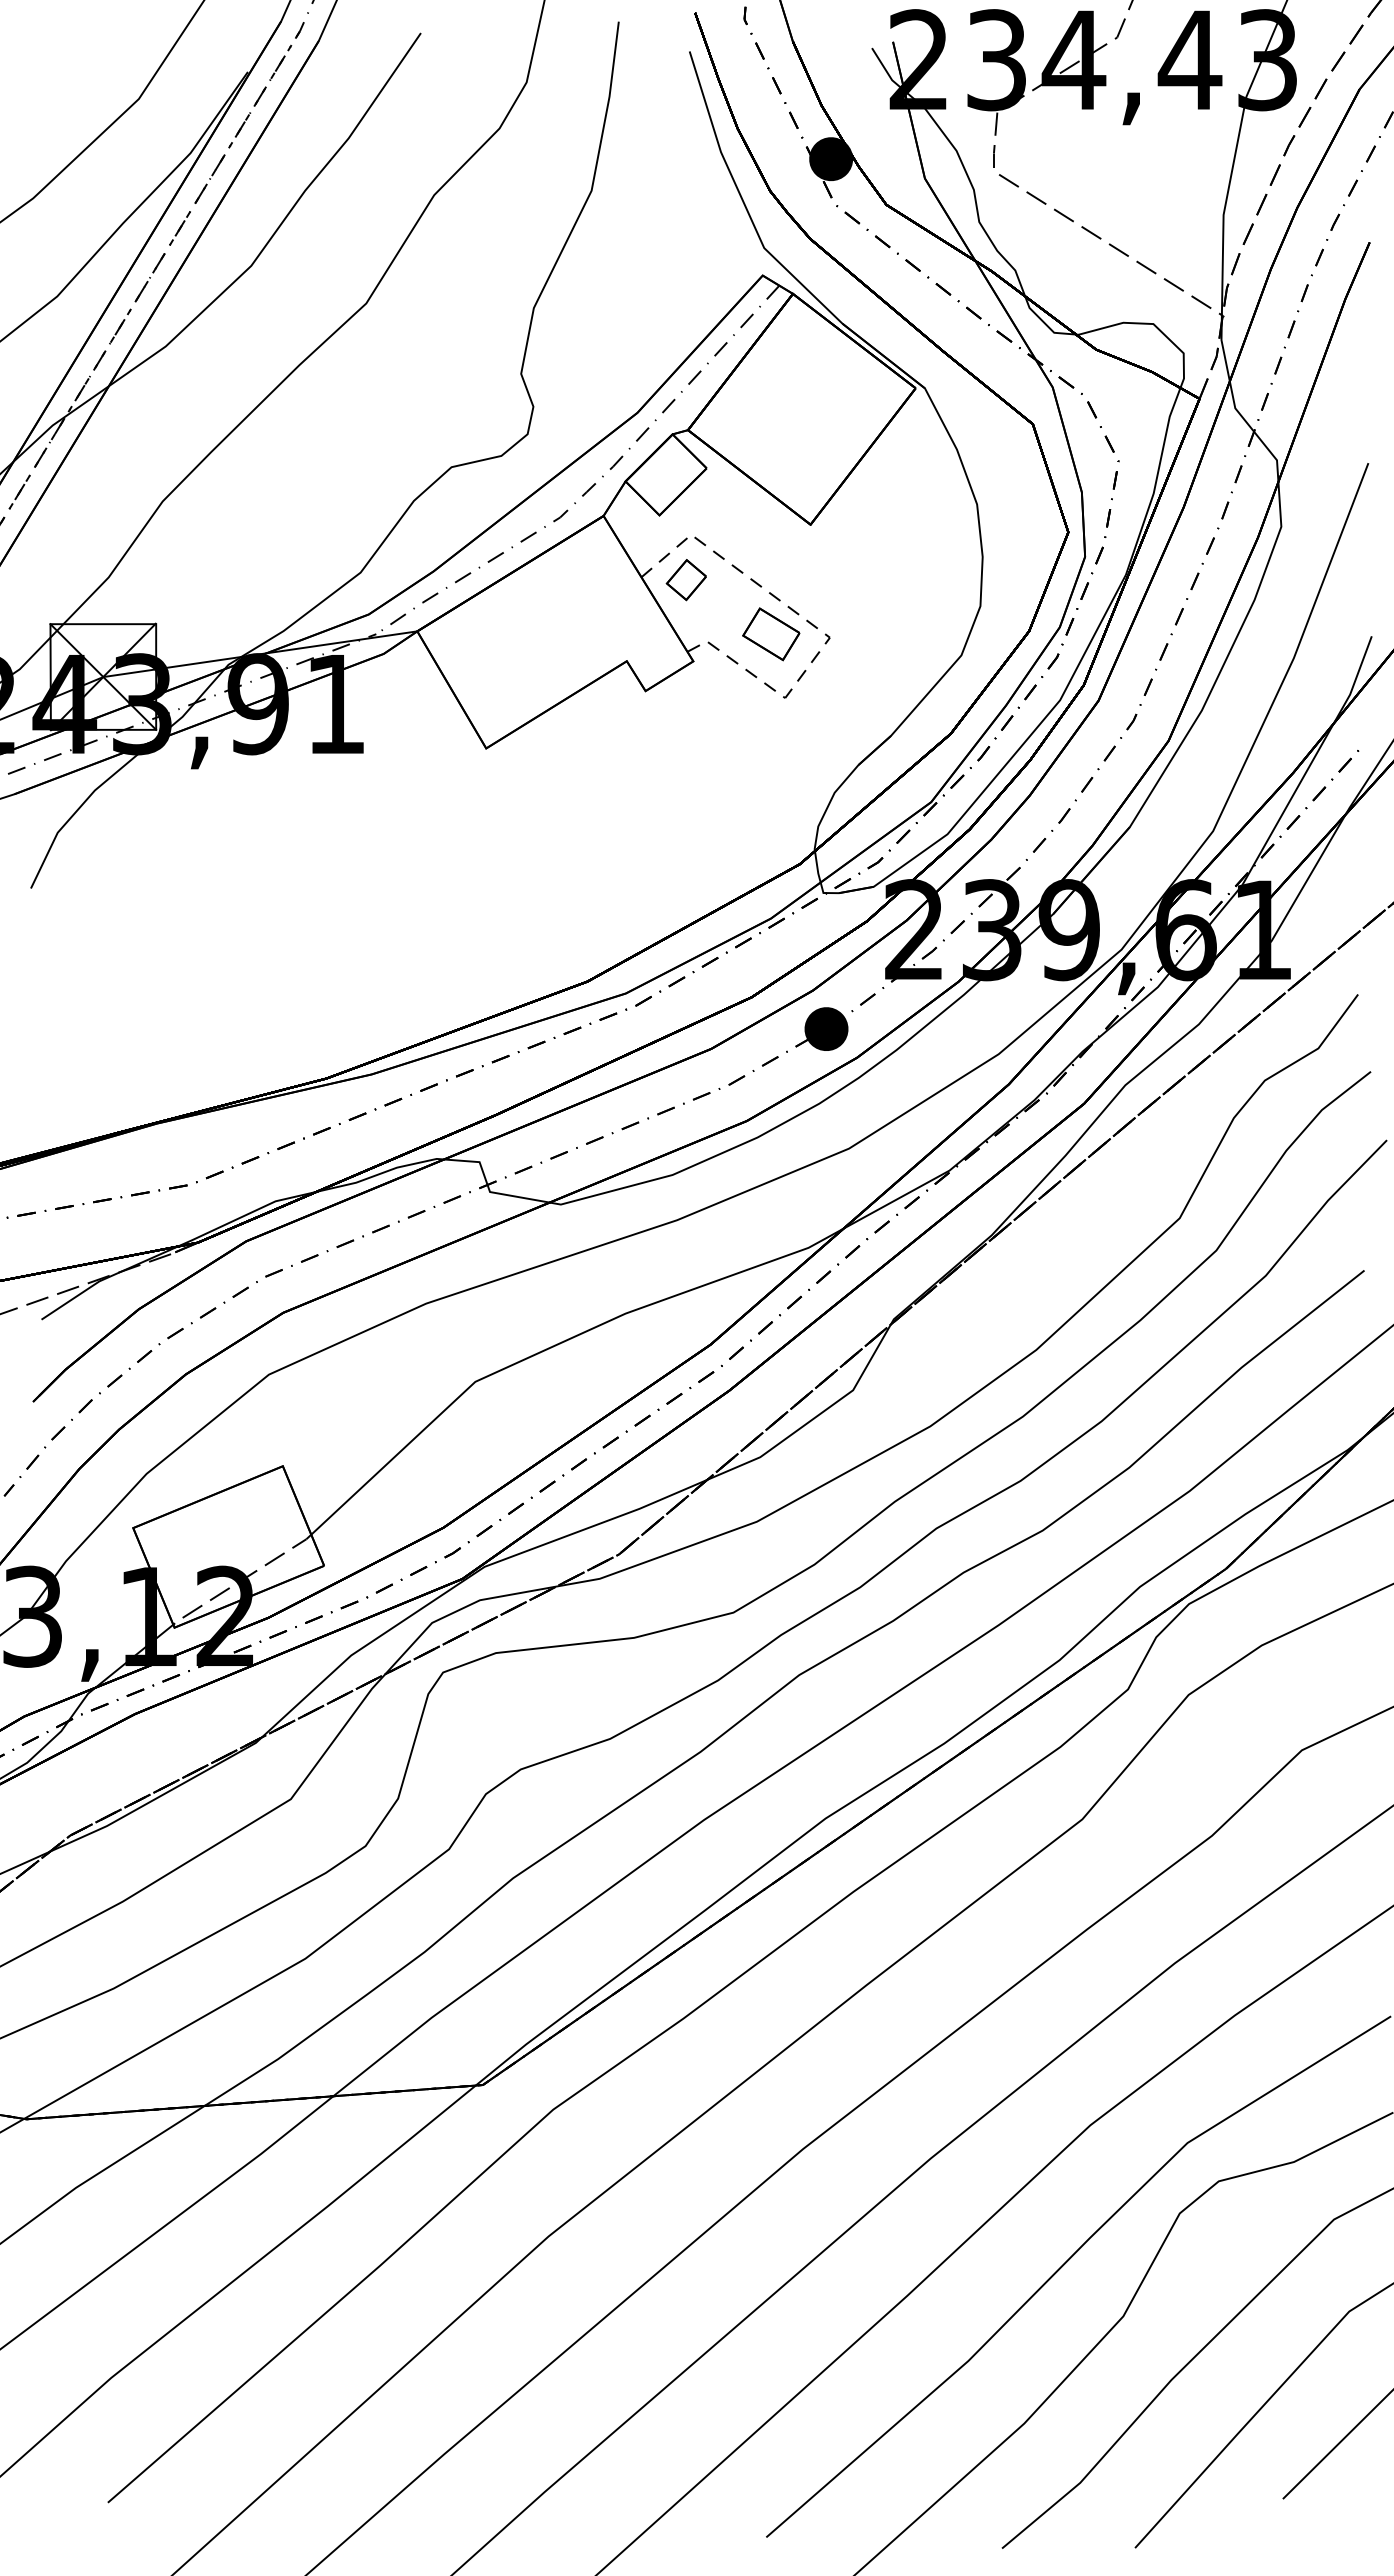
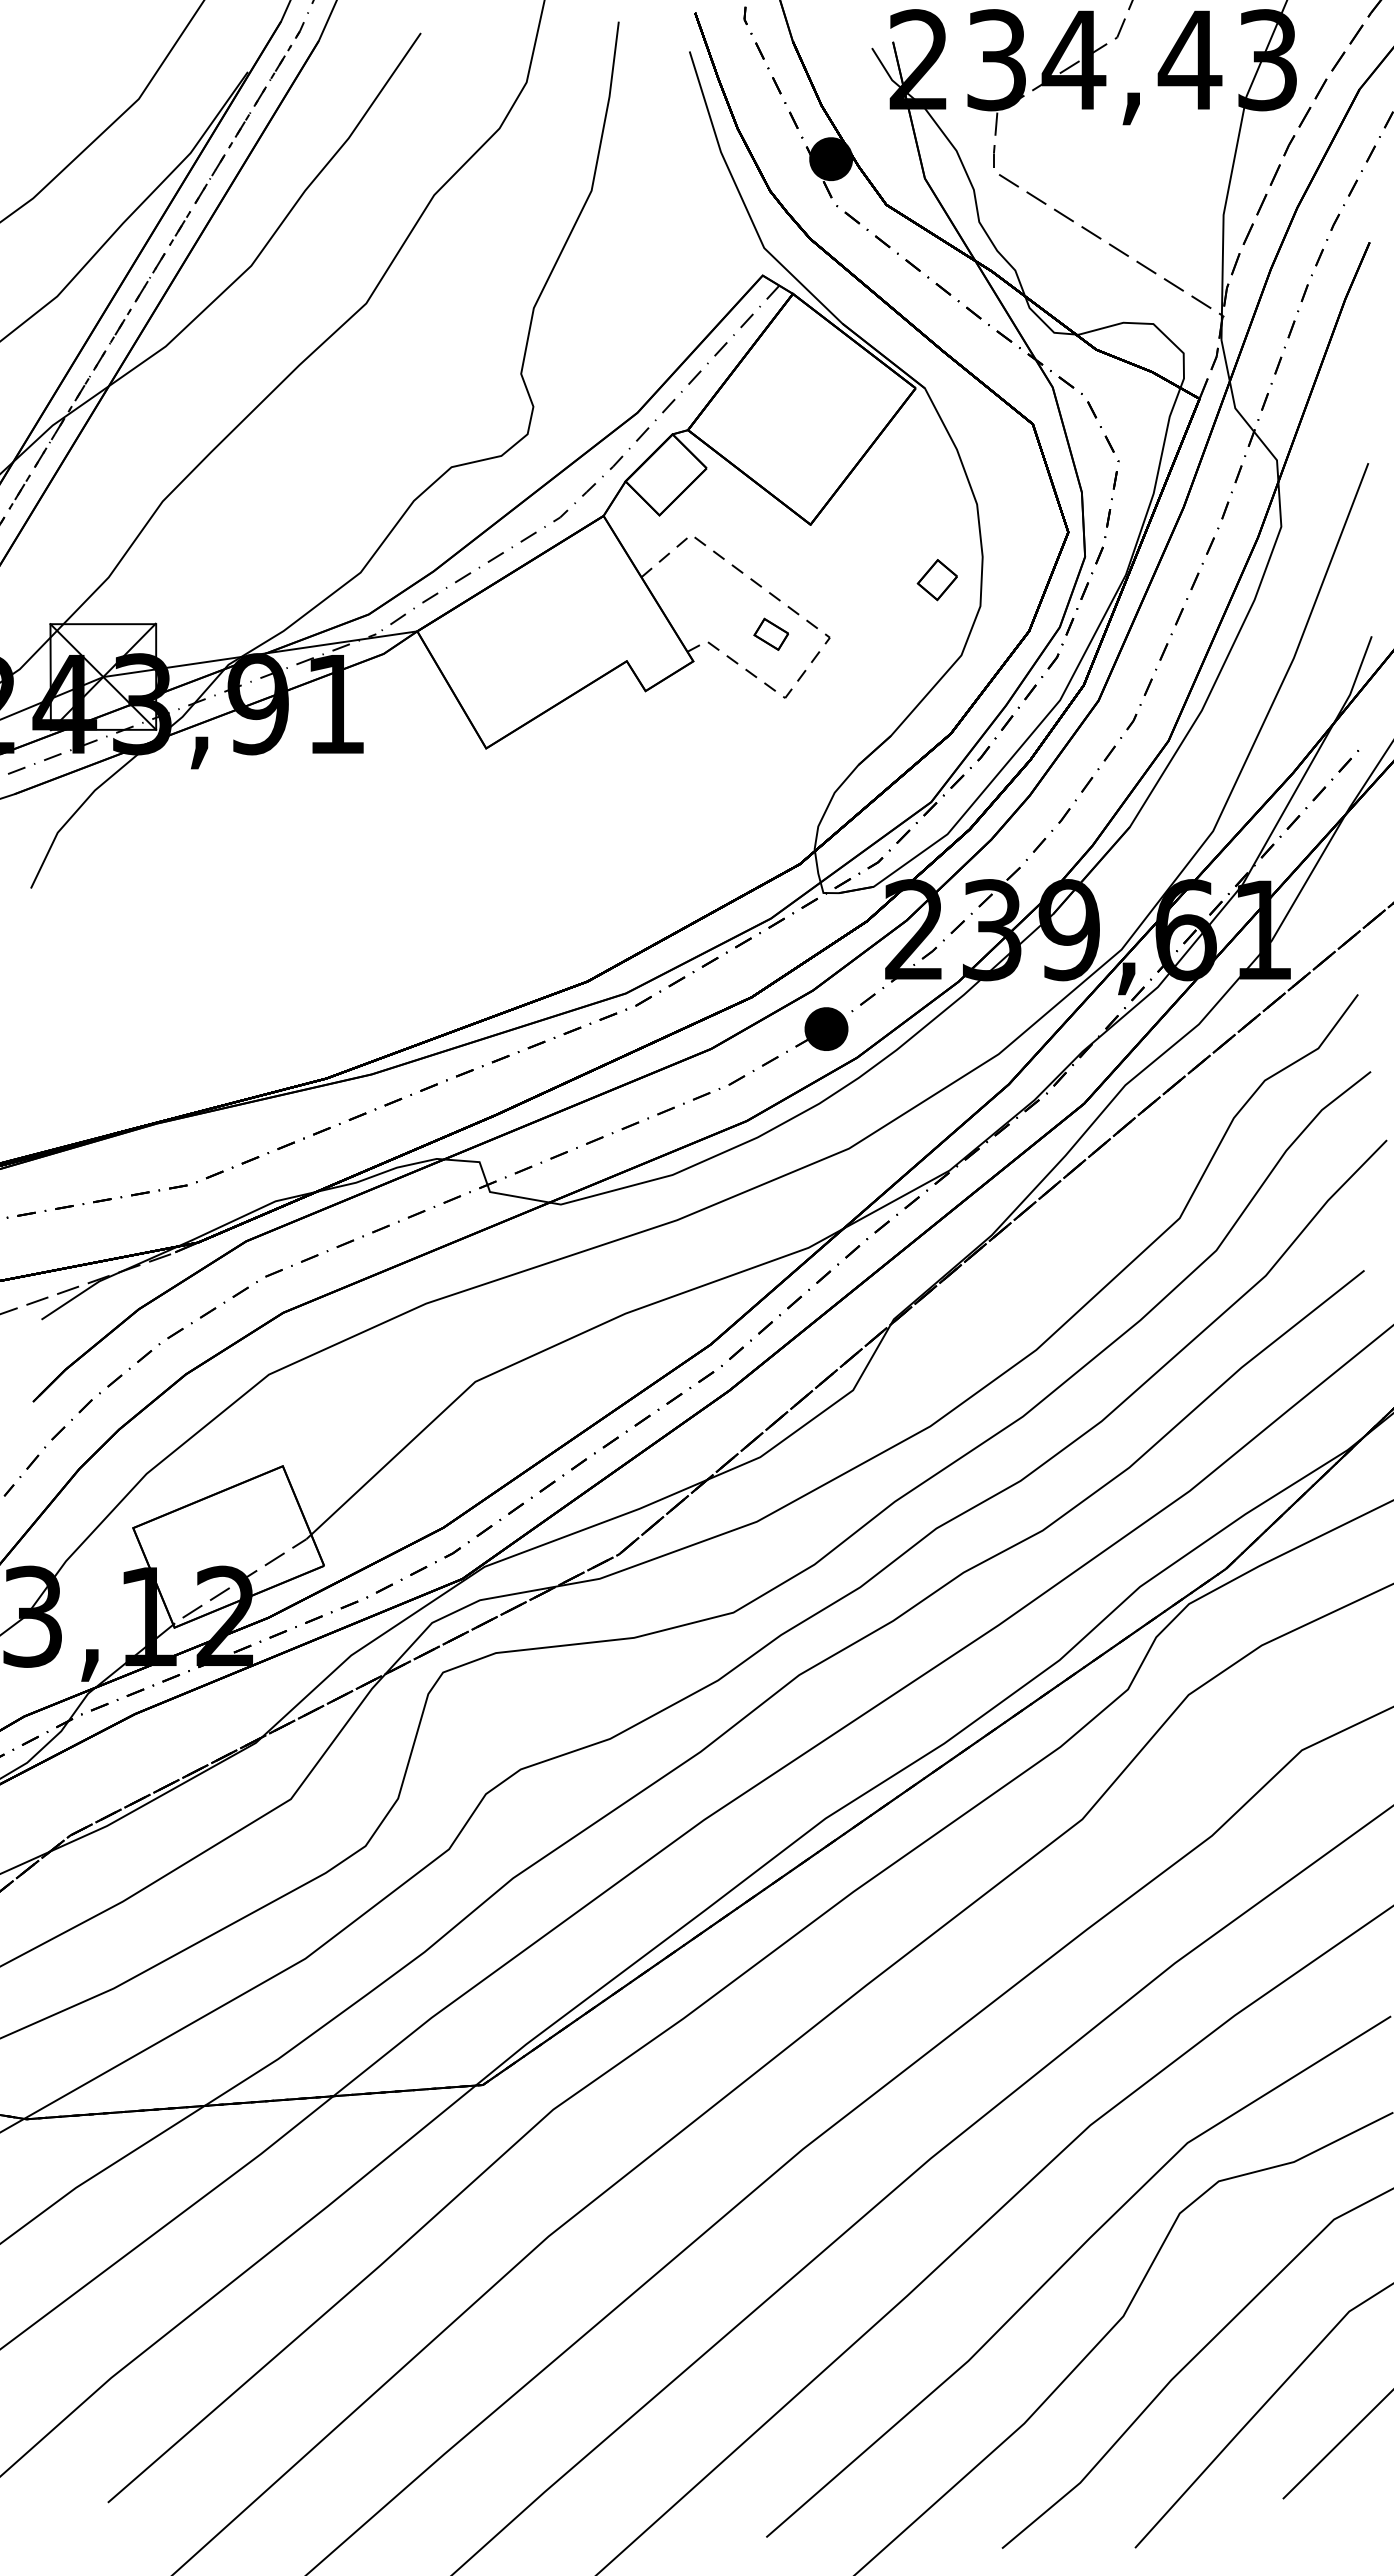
part at (685, 580) position: (685, 580) -> (936, 580)
part at (771, 634) size: 59x55 px -> 36x34 px
